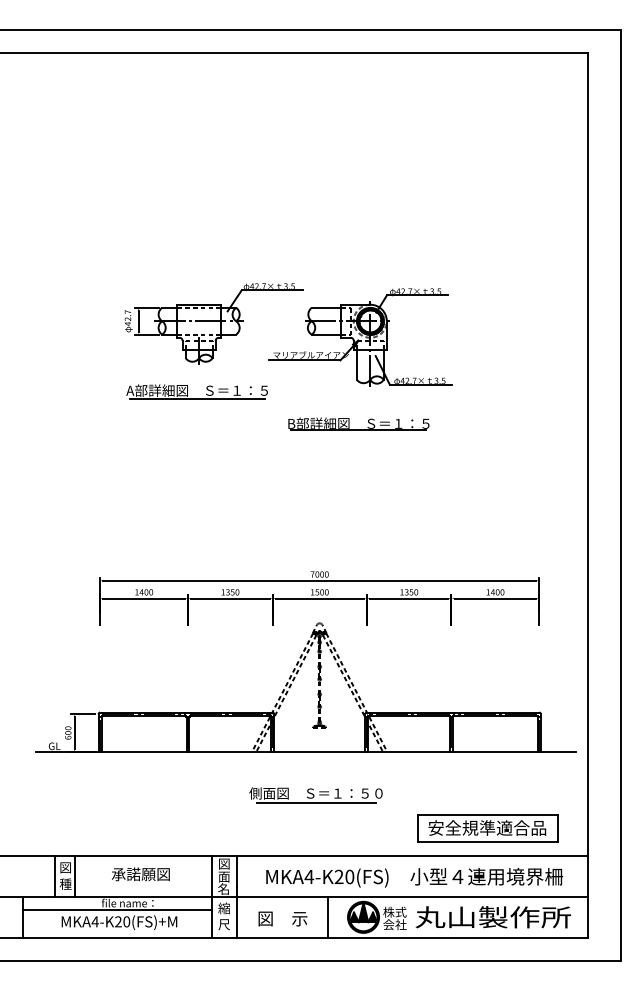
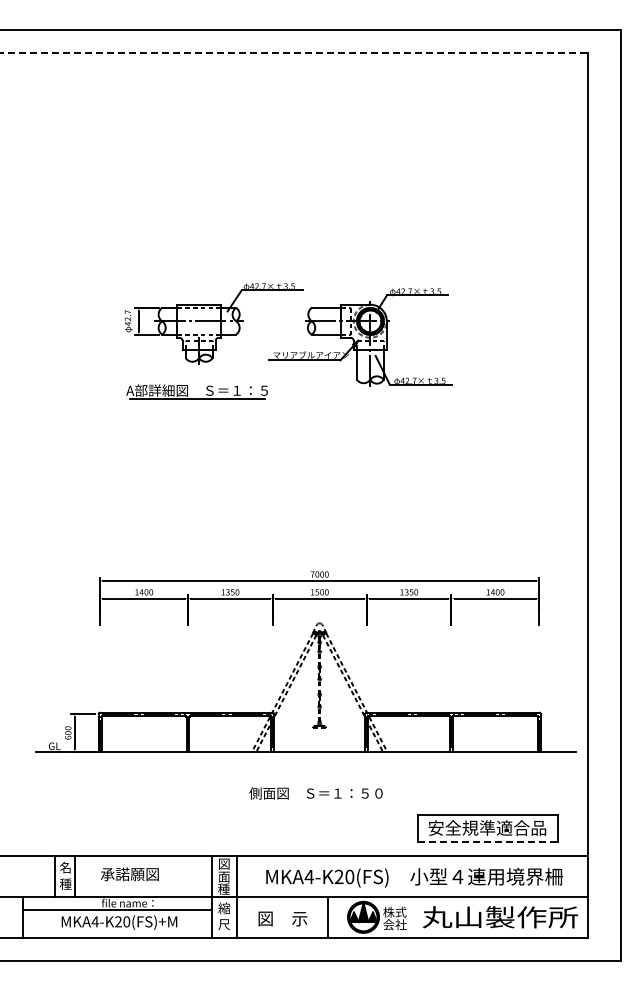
line at (294, 53): solid -> dashed
part at (358, 423): present -> none
line at (316, 802): present -> none
line at (488, 841): solid -> dashed
text at (65, 867): 図 -> 名
text at (140, 874) position: (140, 874) -> (129, 874)
text at (223, 888): 名 -> 種
text at (492, 917) position: (492, 917) -> (499, 917)
